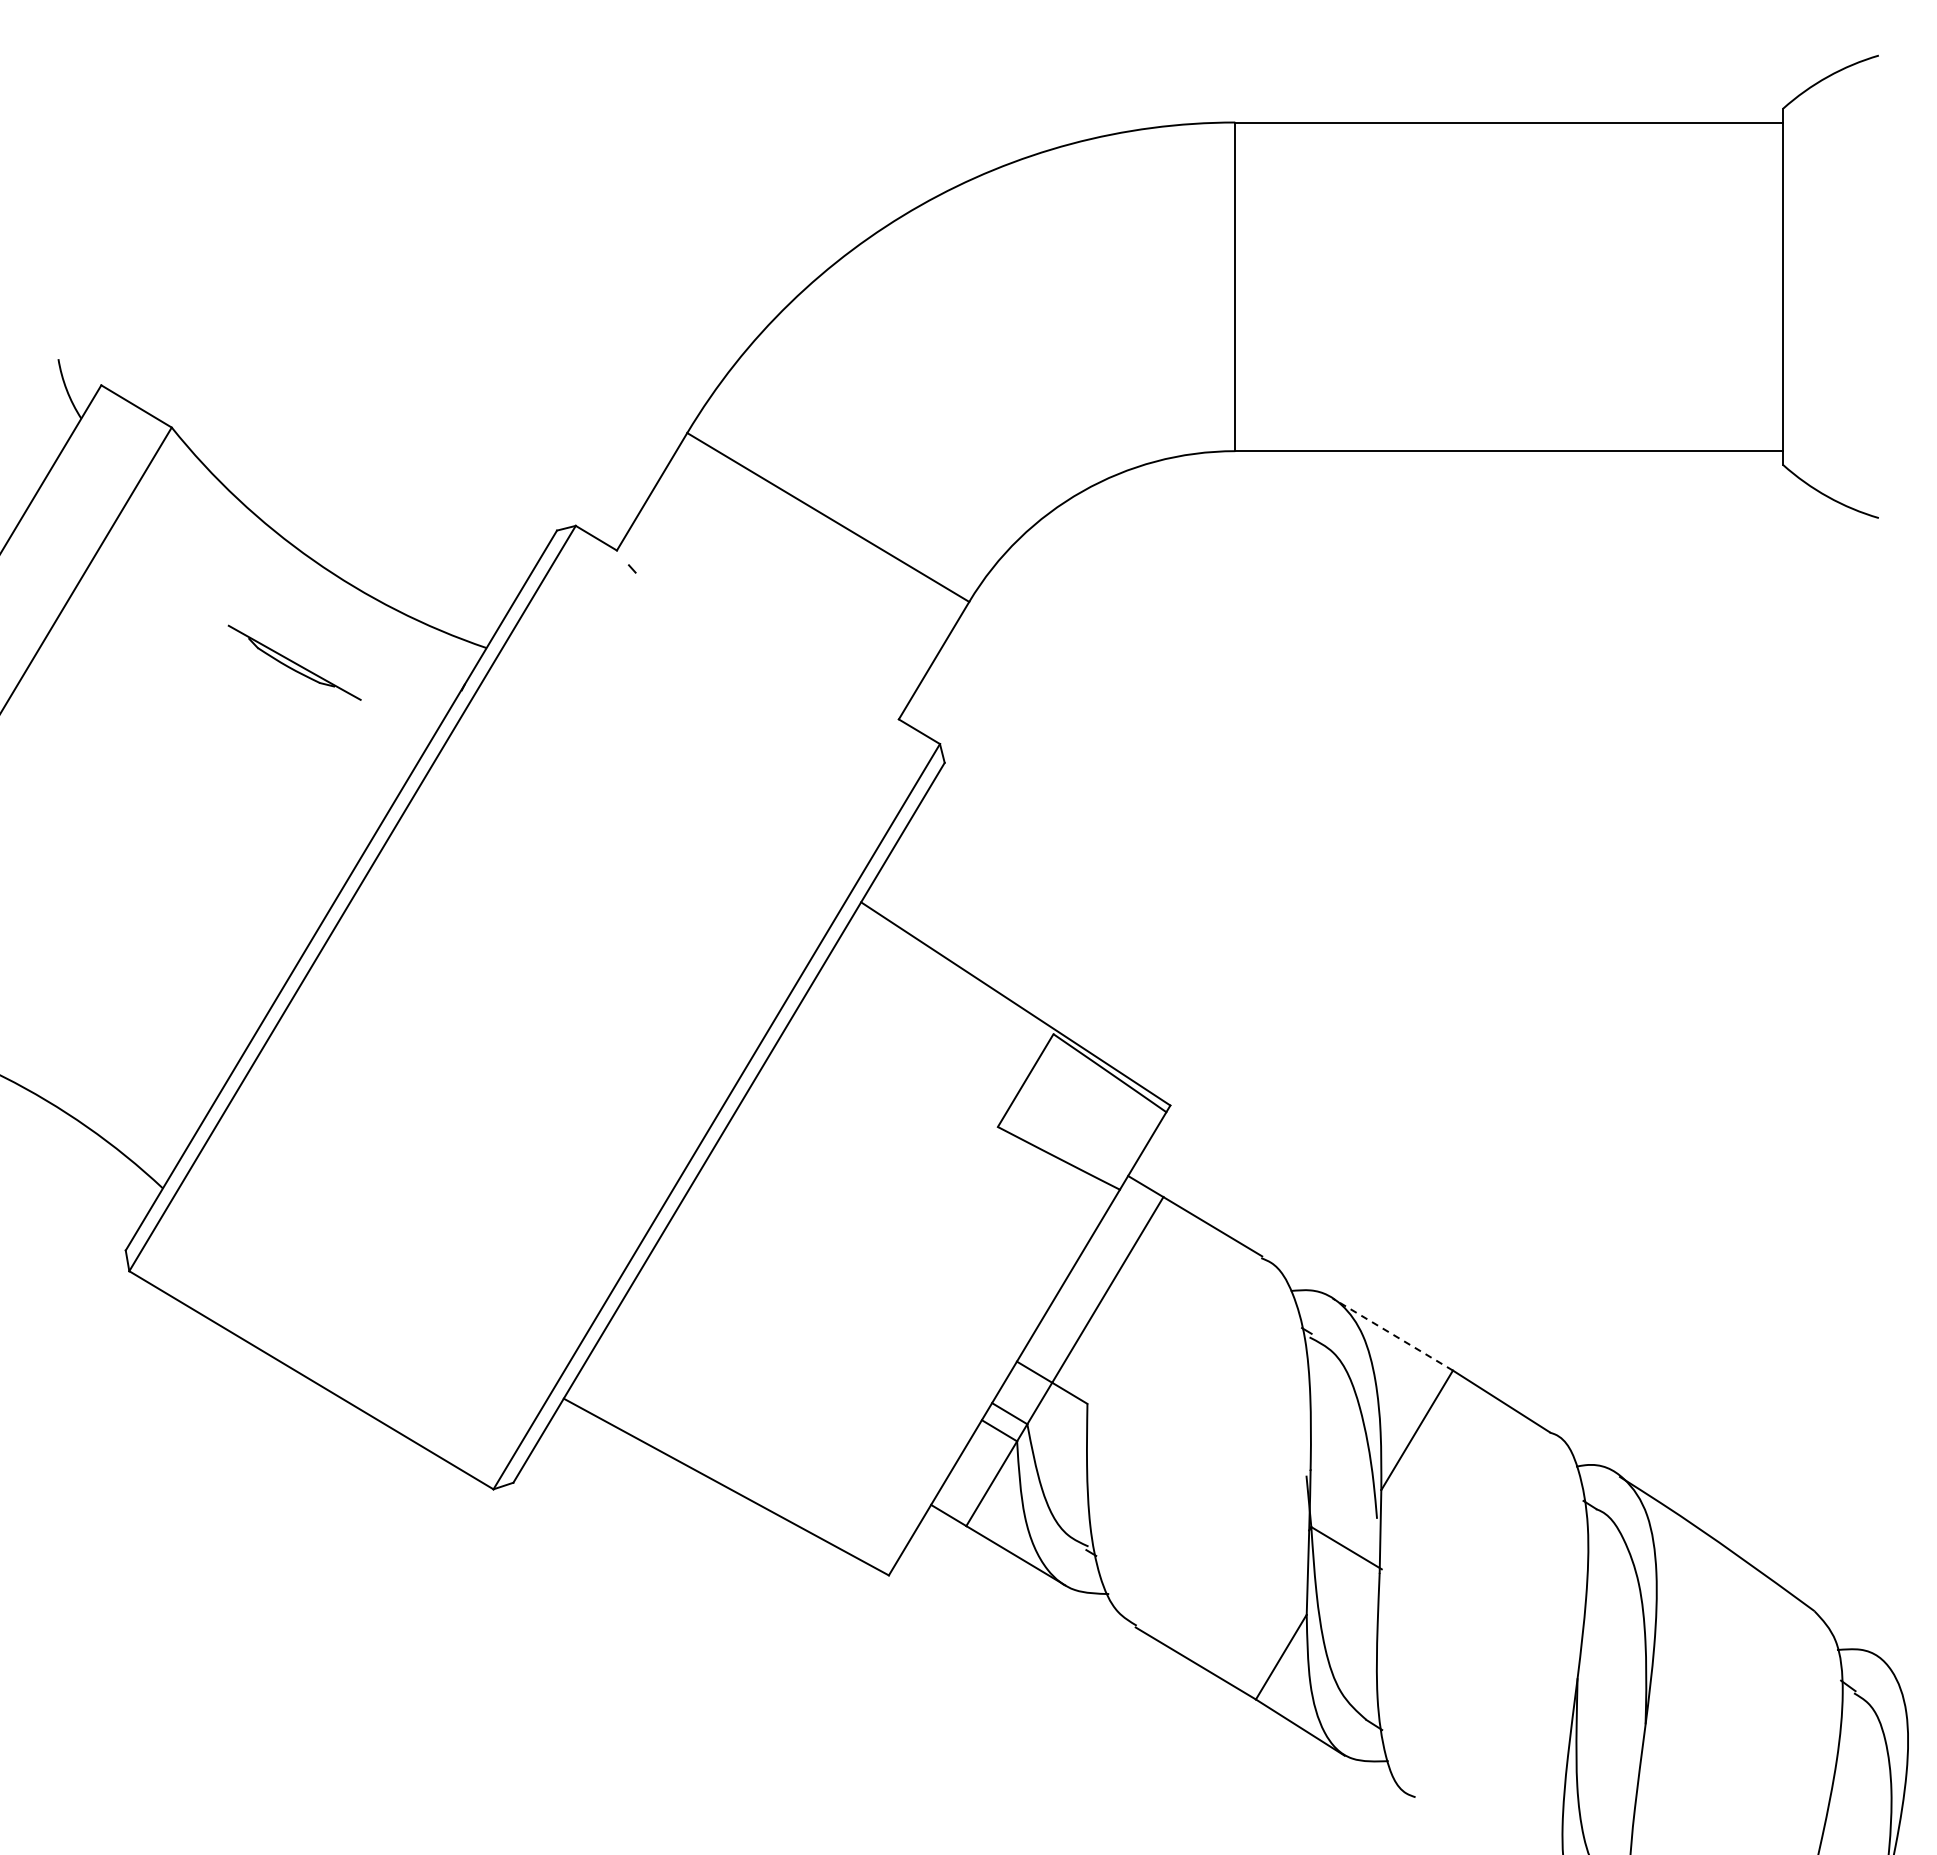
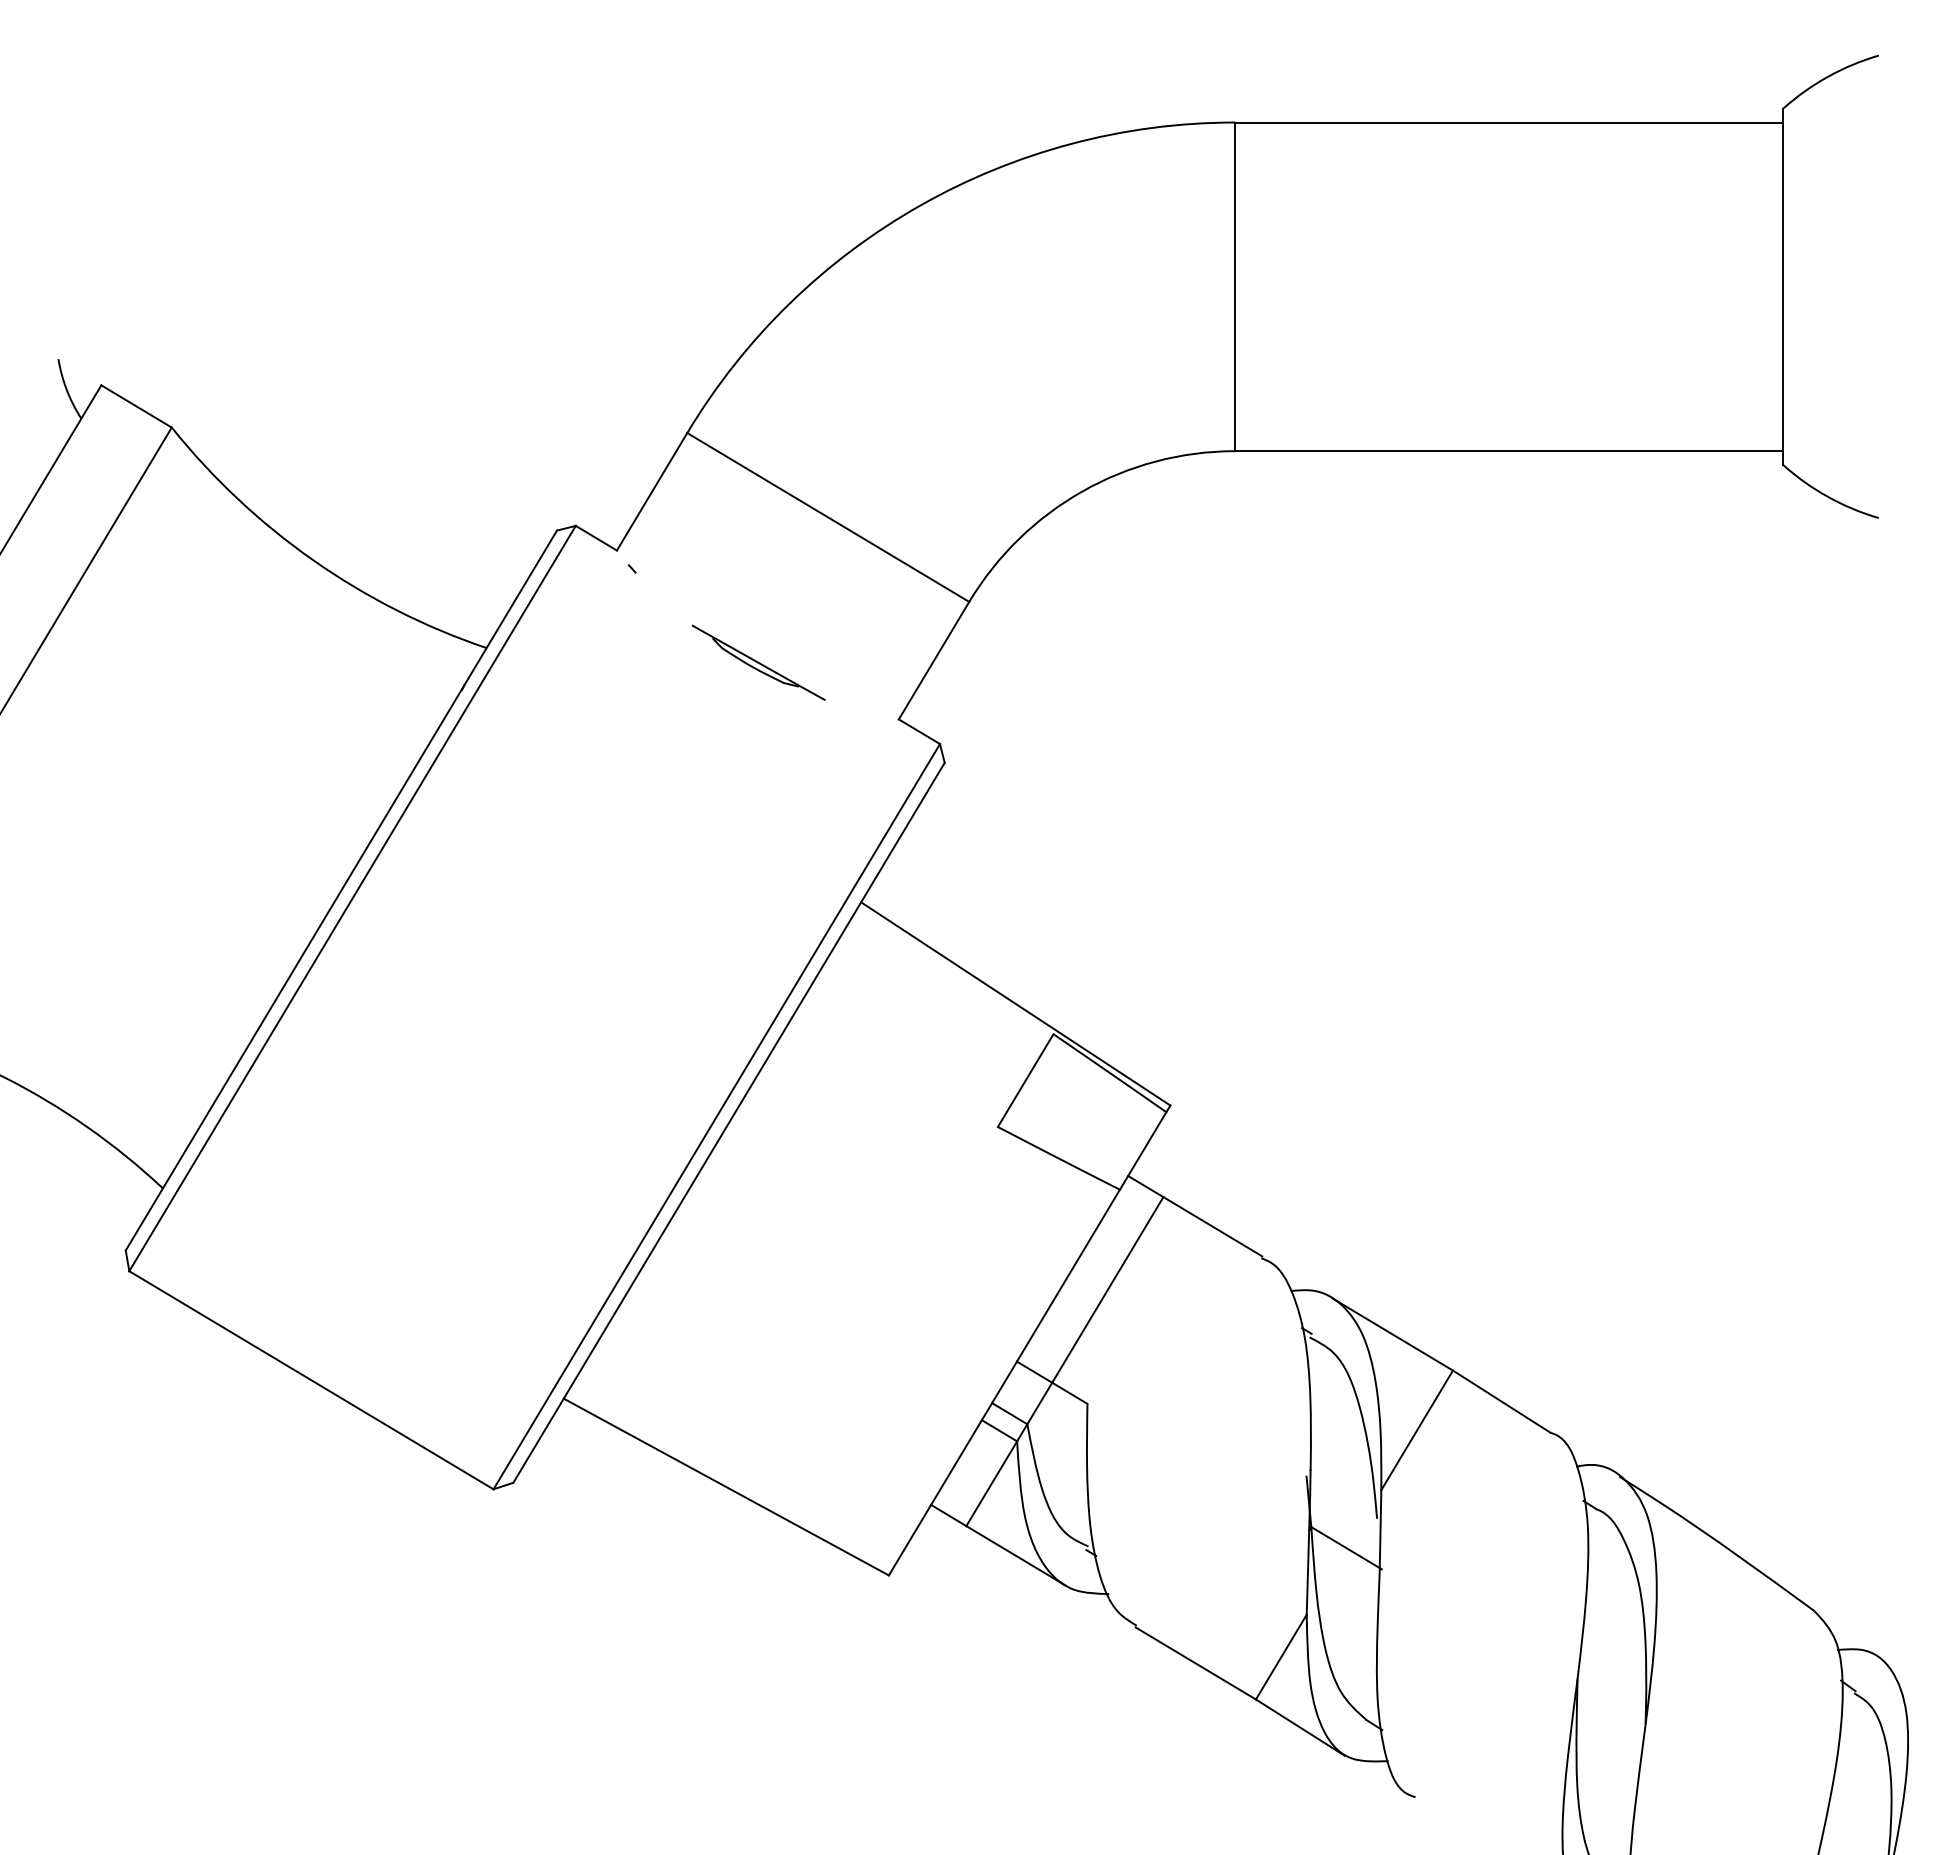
part at (294, 662) position: (294, 662) -> (758, 662)
line at (1392, 1334): dashed -> solid
